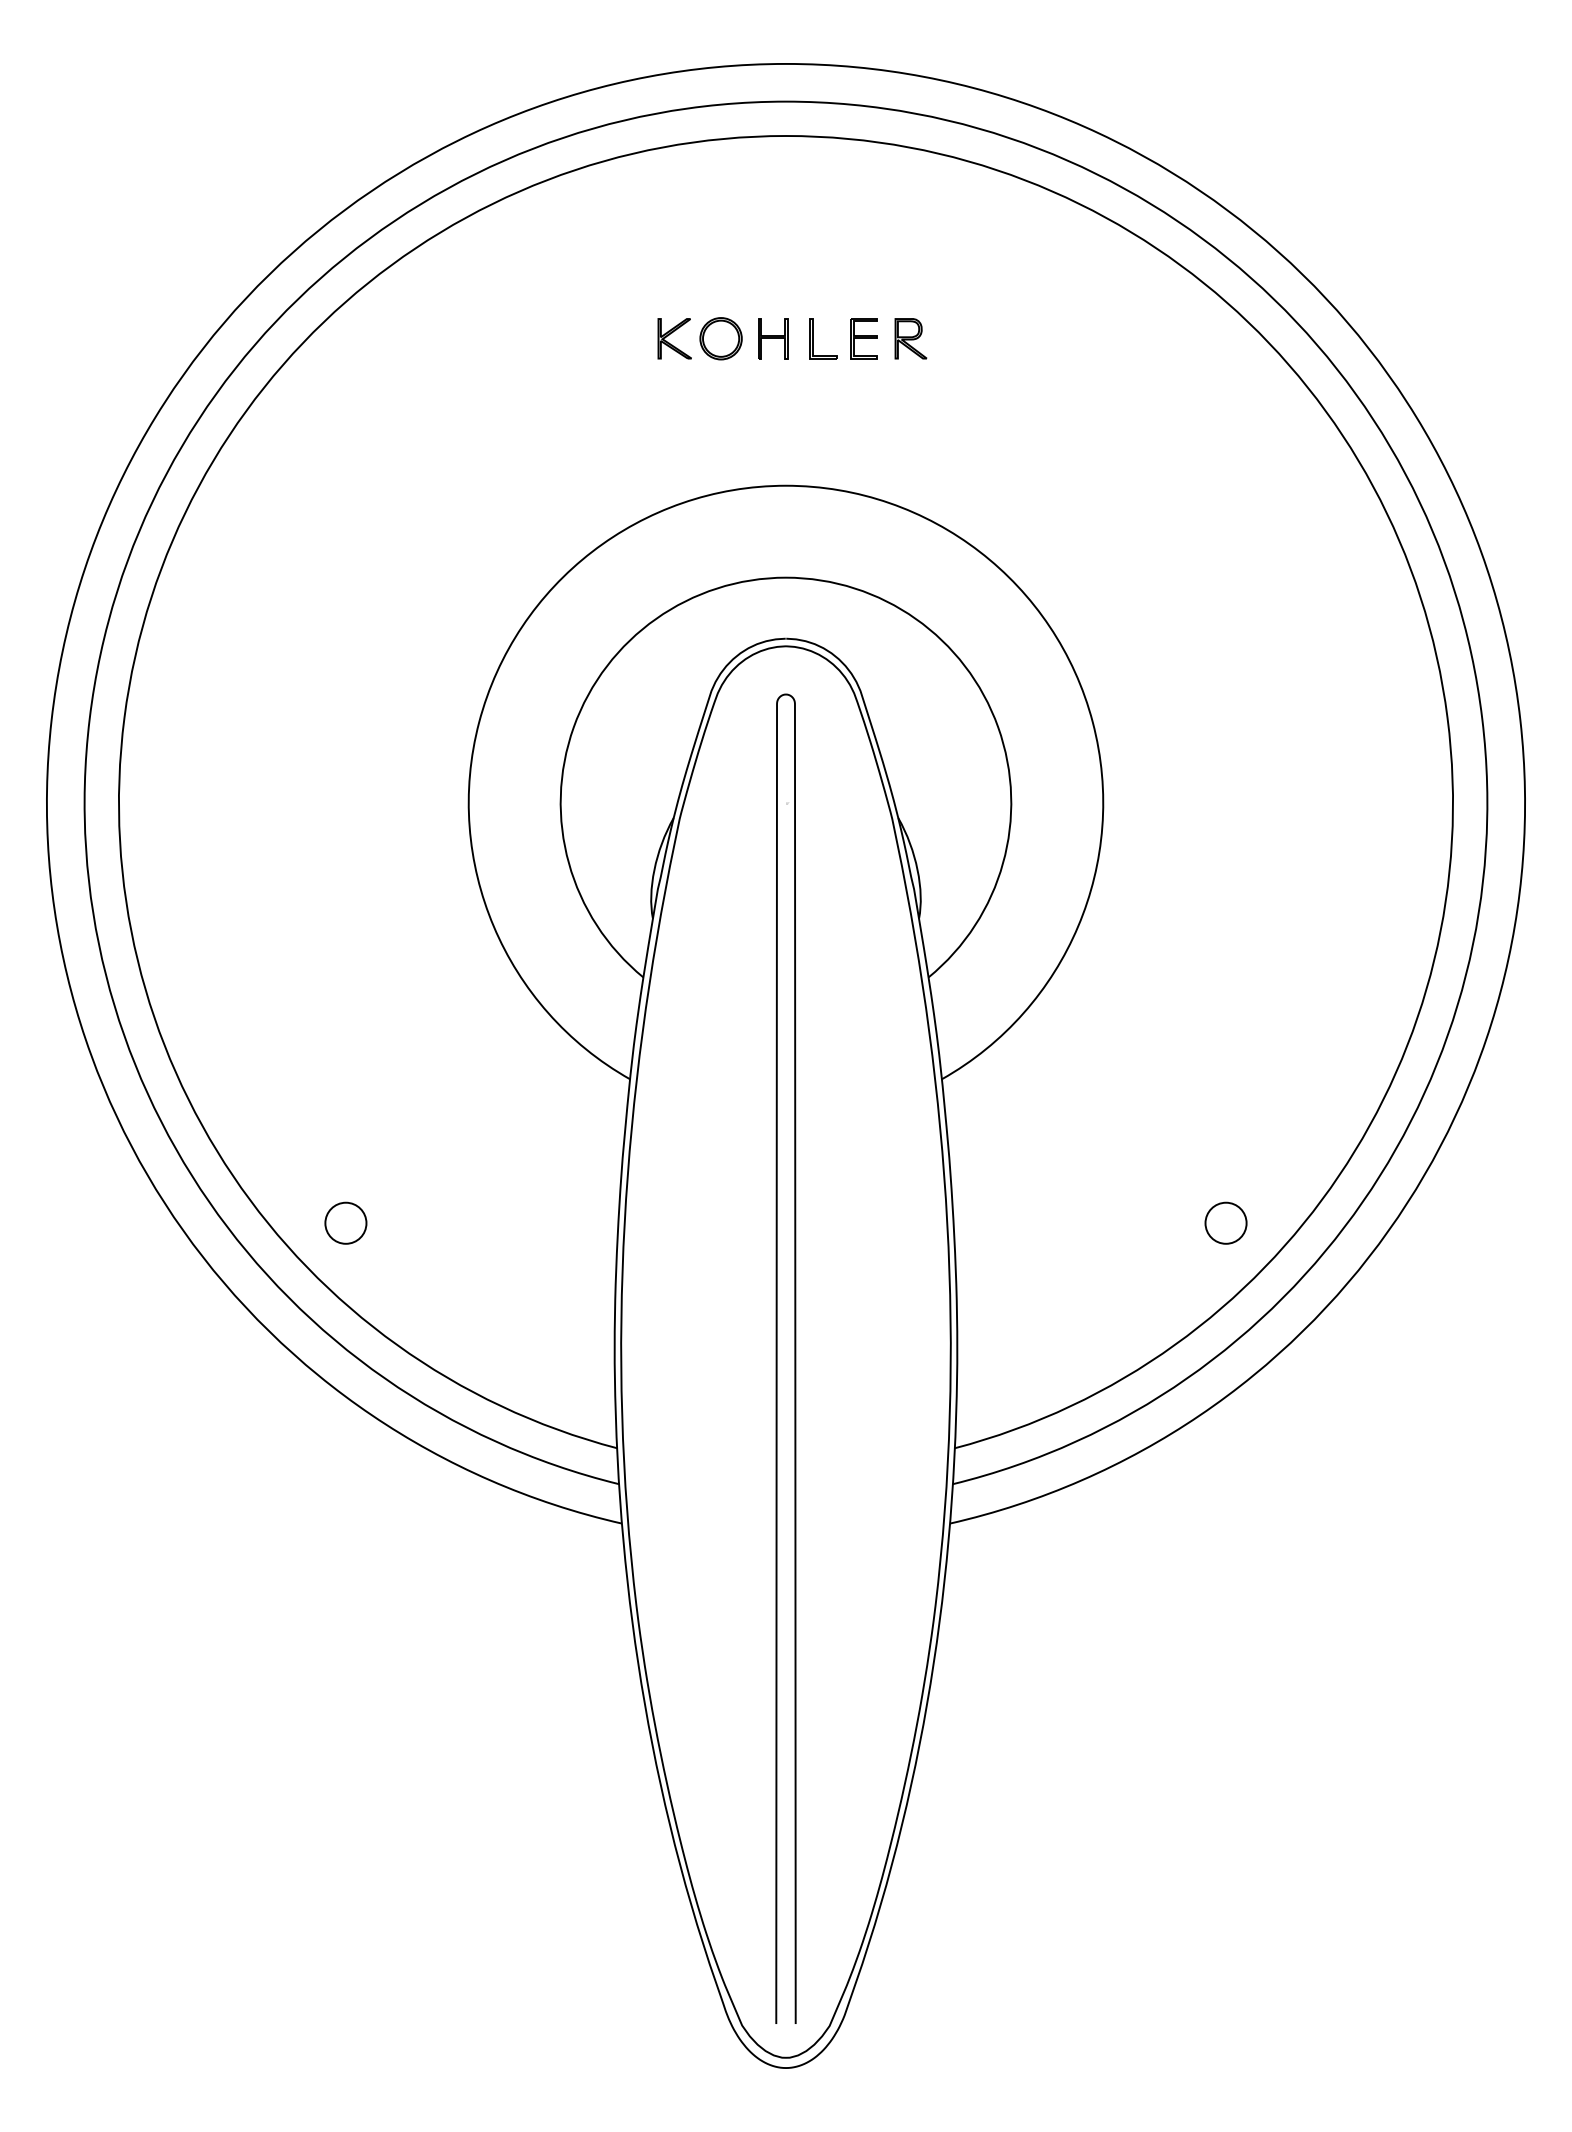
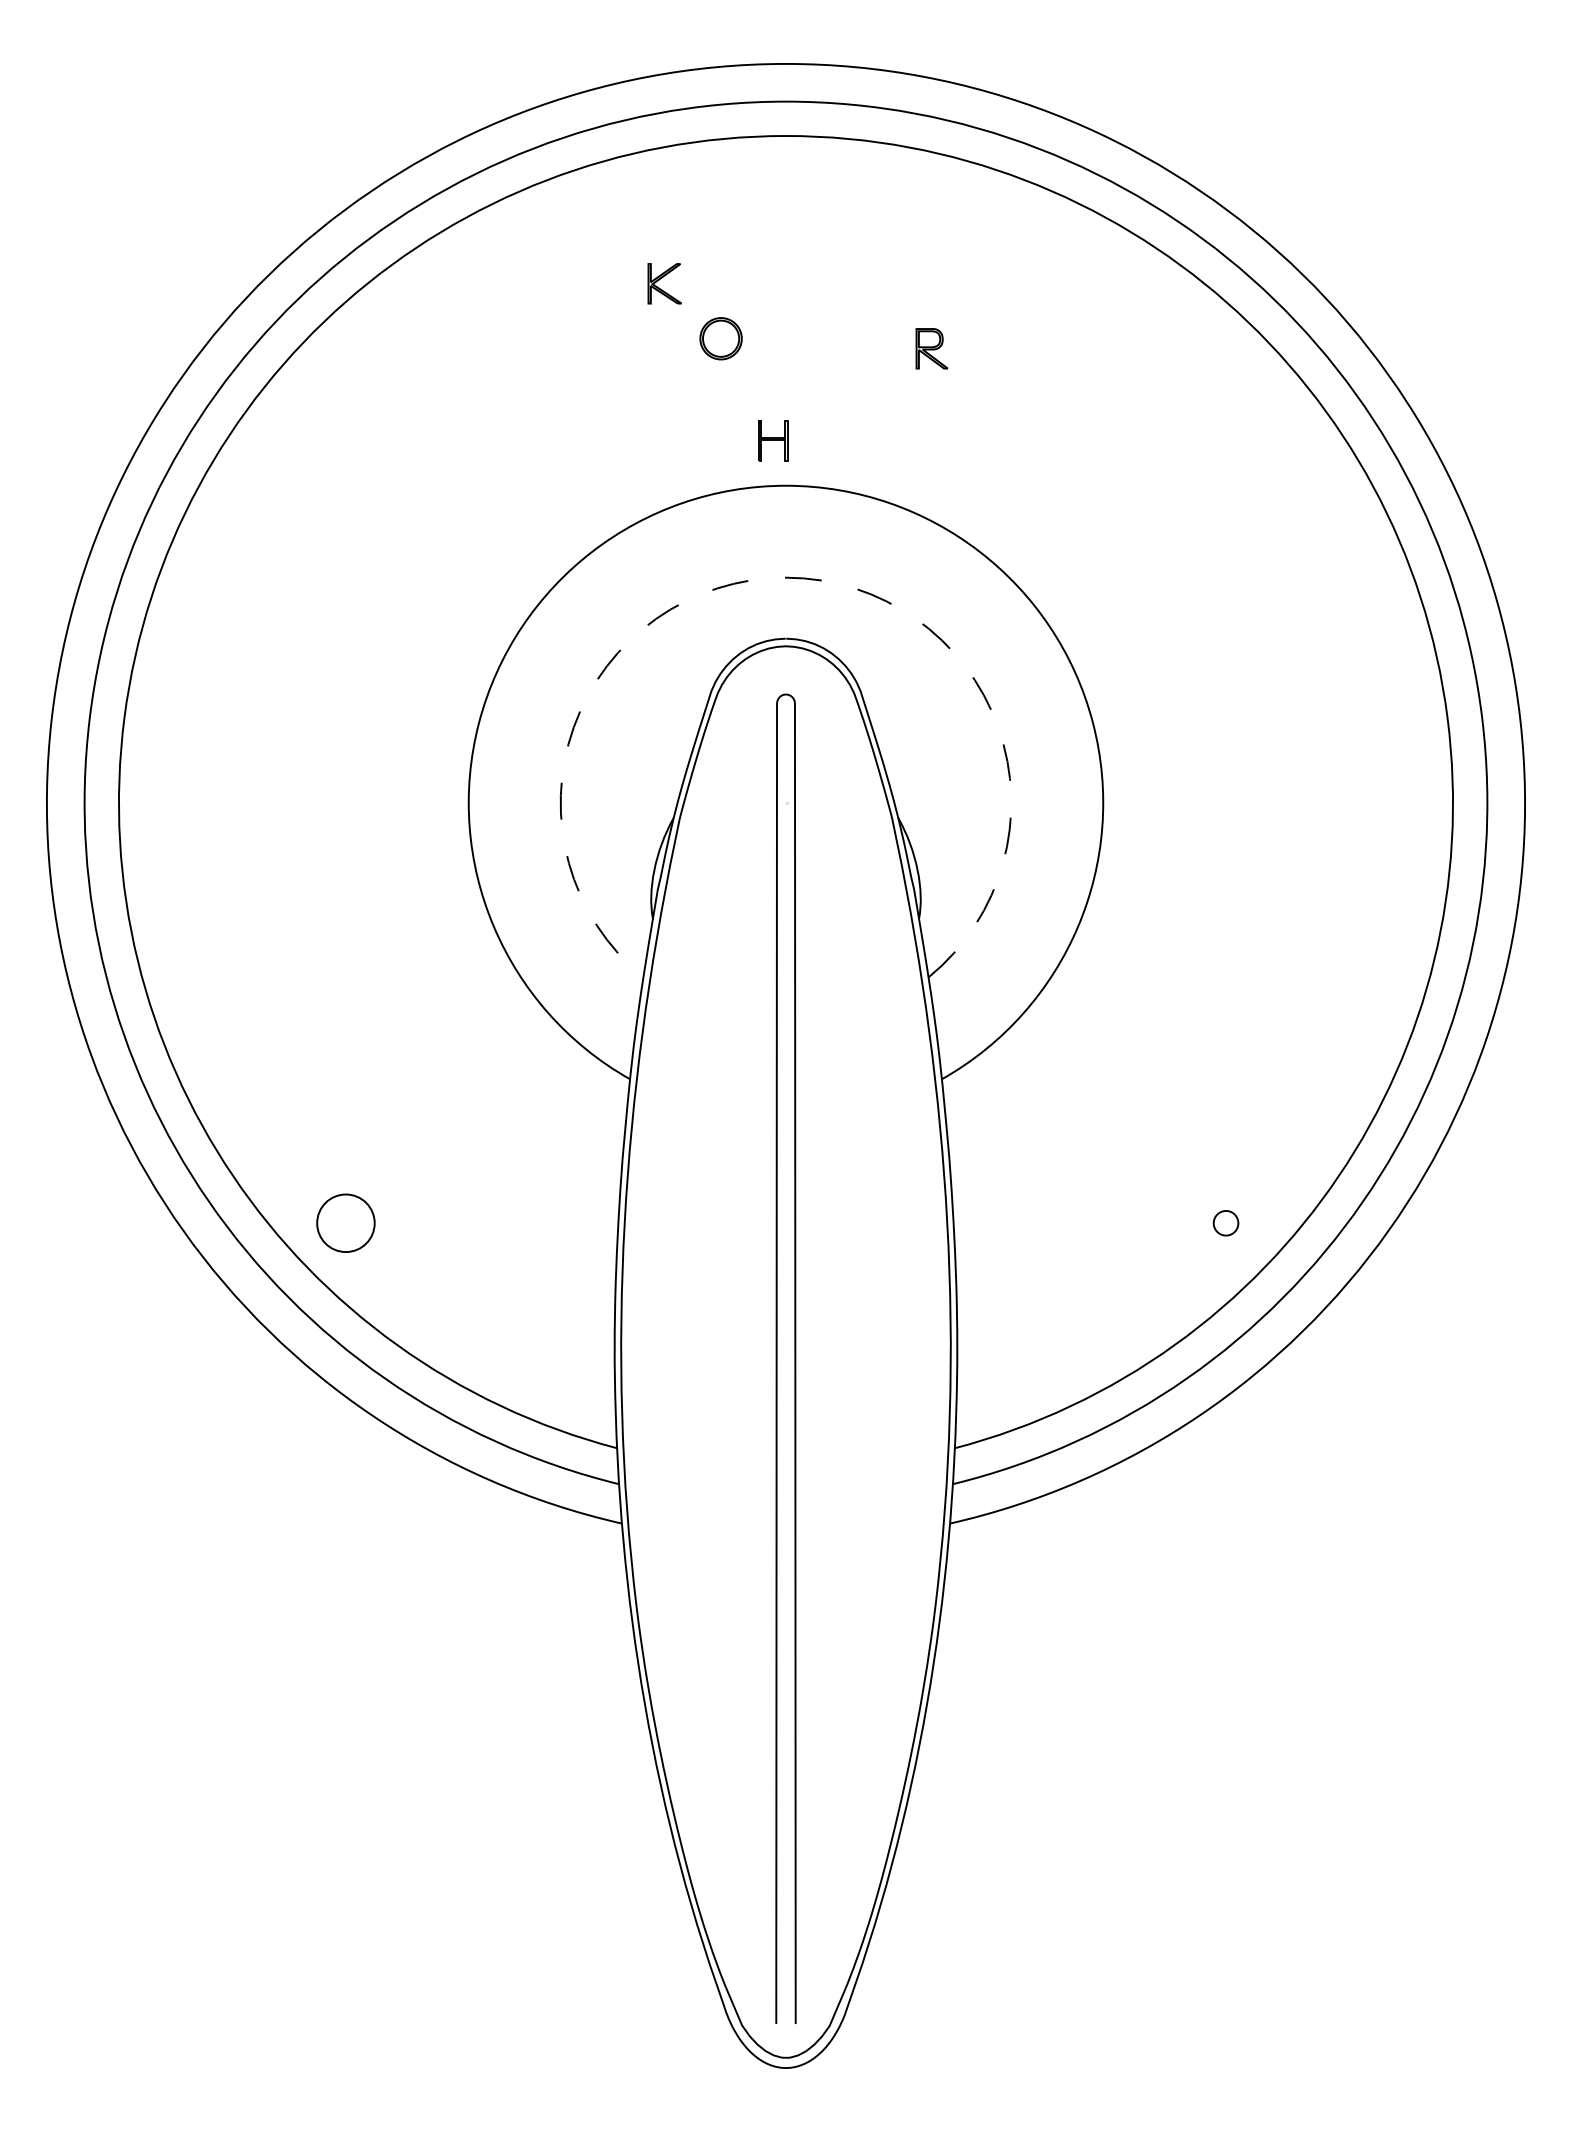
part at (674, 338) position: (674, 338) -> (664, 283)
part at (773, 338) position: (773, 338) -> (773, 440)
part at (813, 338): present -> none
part at (863, 338): present -> none
part at (910, 338) position: (910, 338) -> (931, 348)
arc at (786, 577): solid -> dashed
circle at (345, 1222) diameter: 41 px -> 58 px
circle at (1225, 1222) diameter: 41 px -> 25 px
